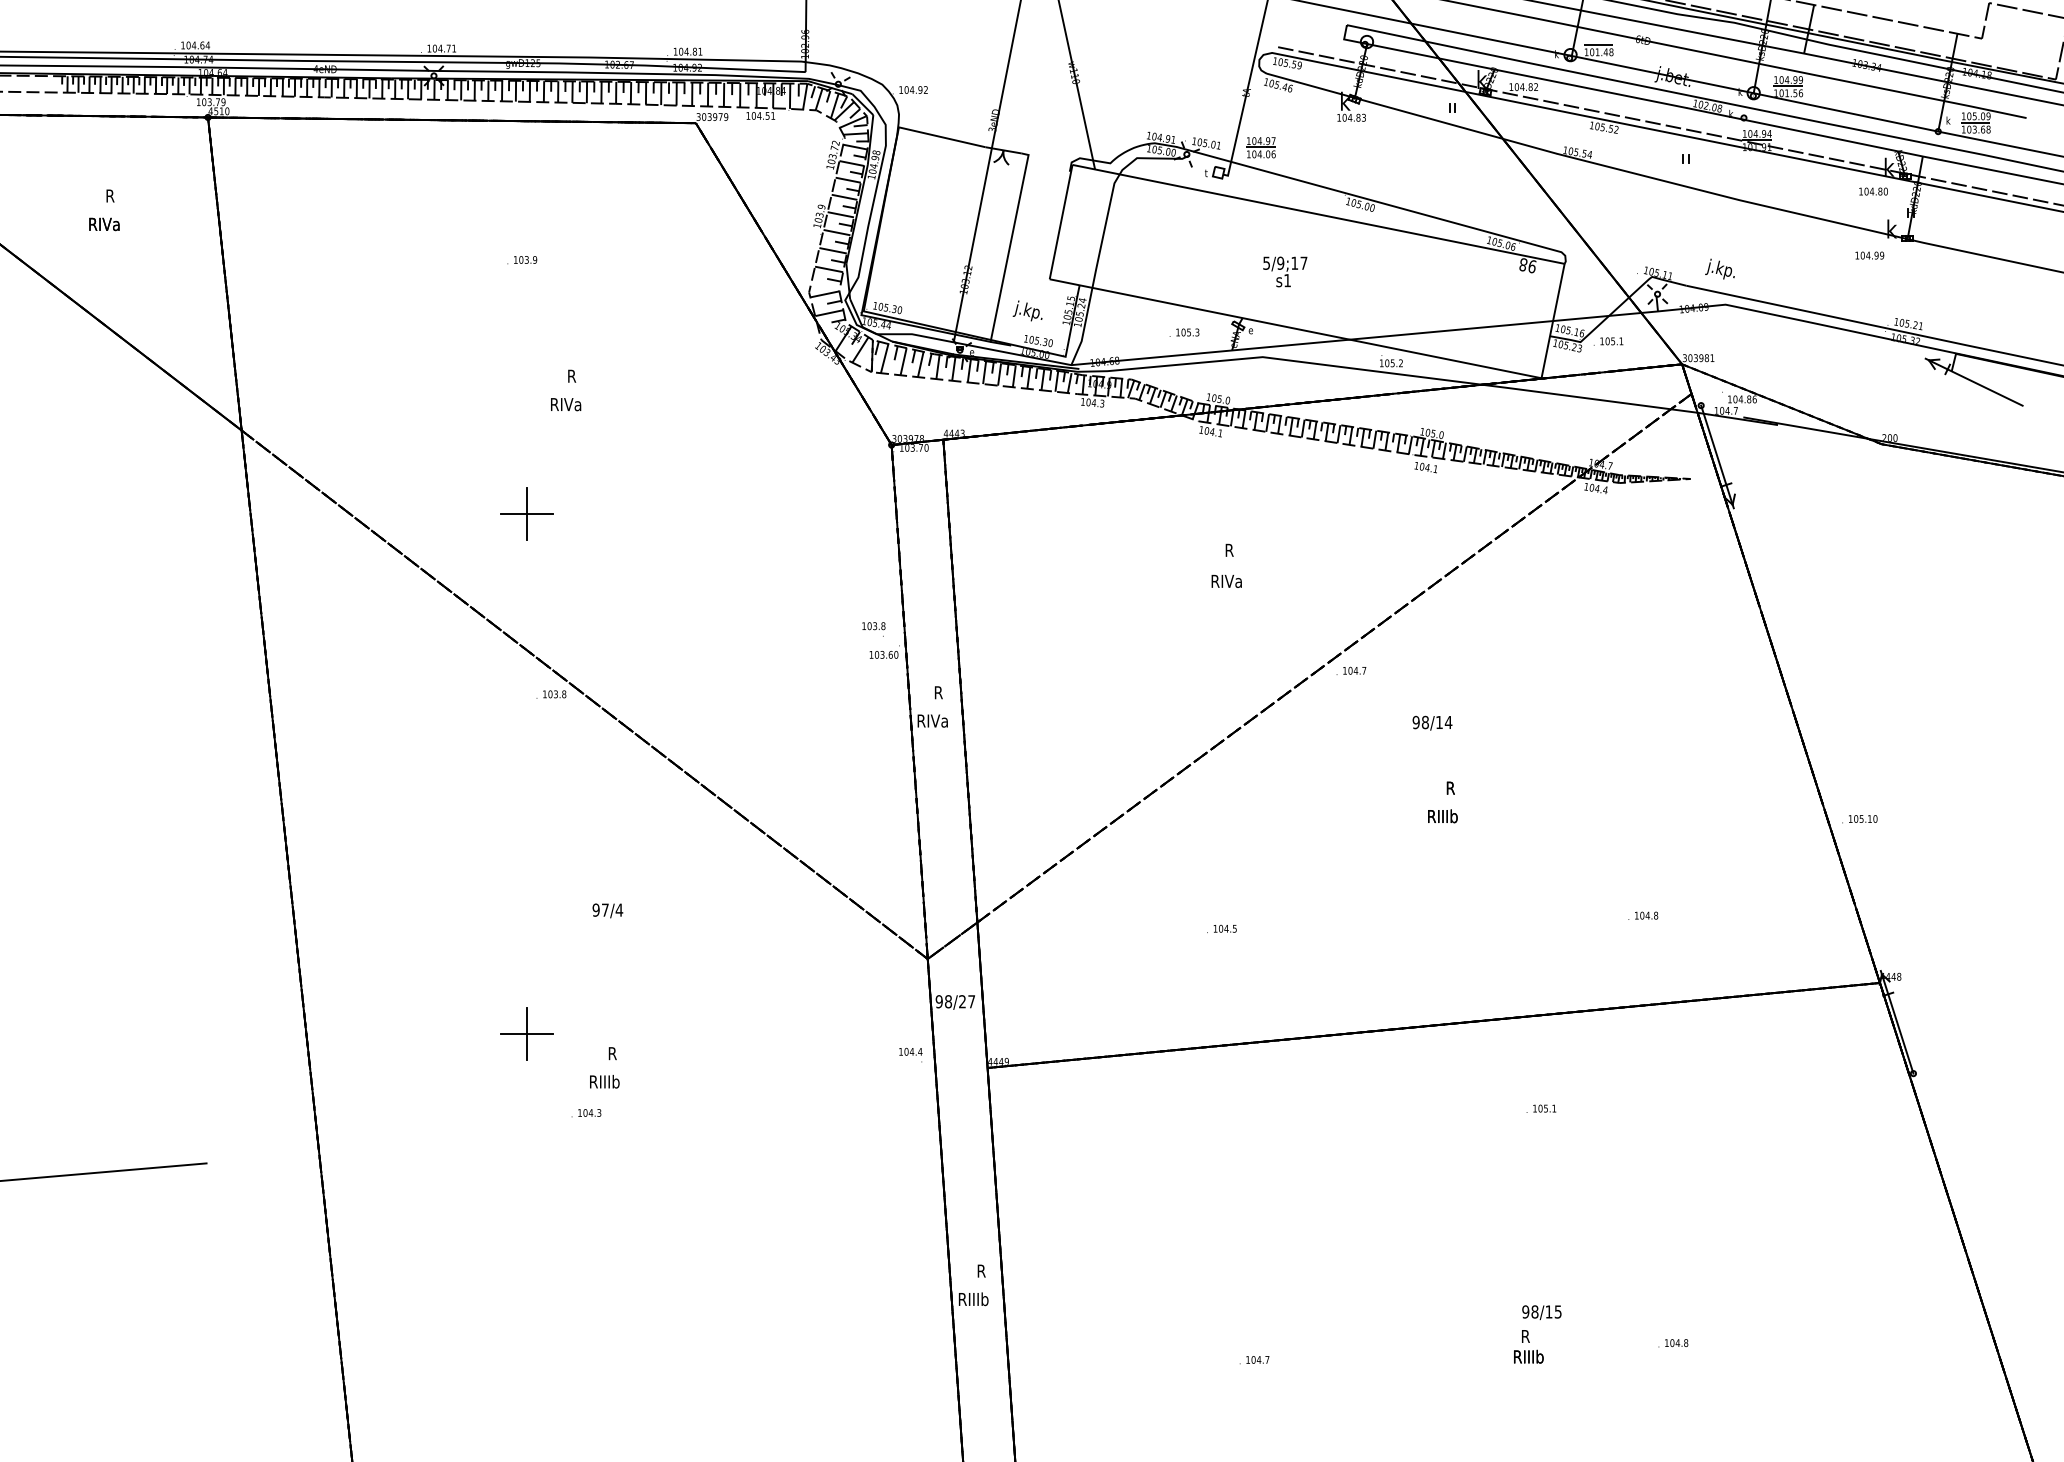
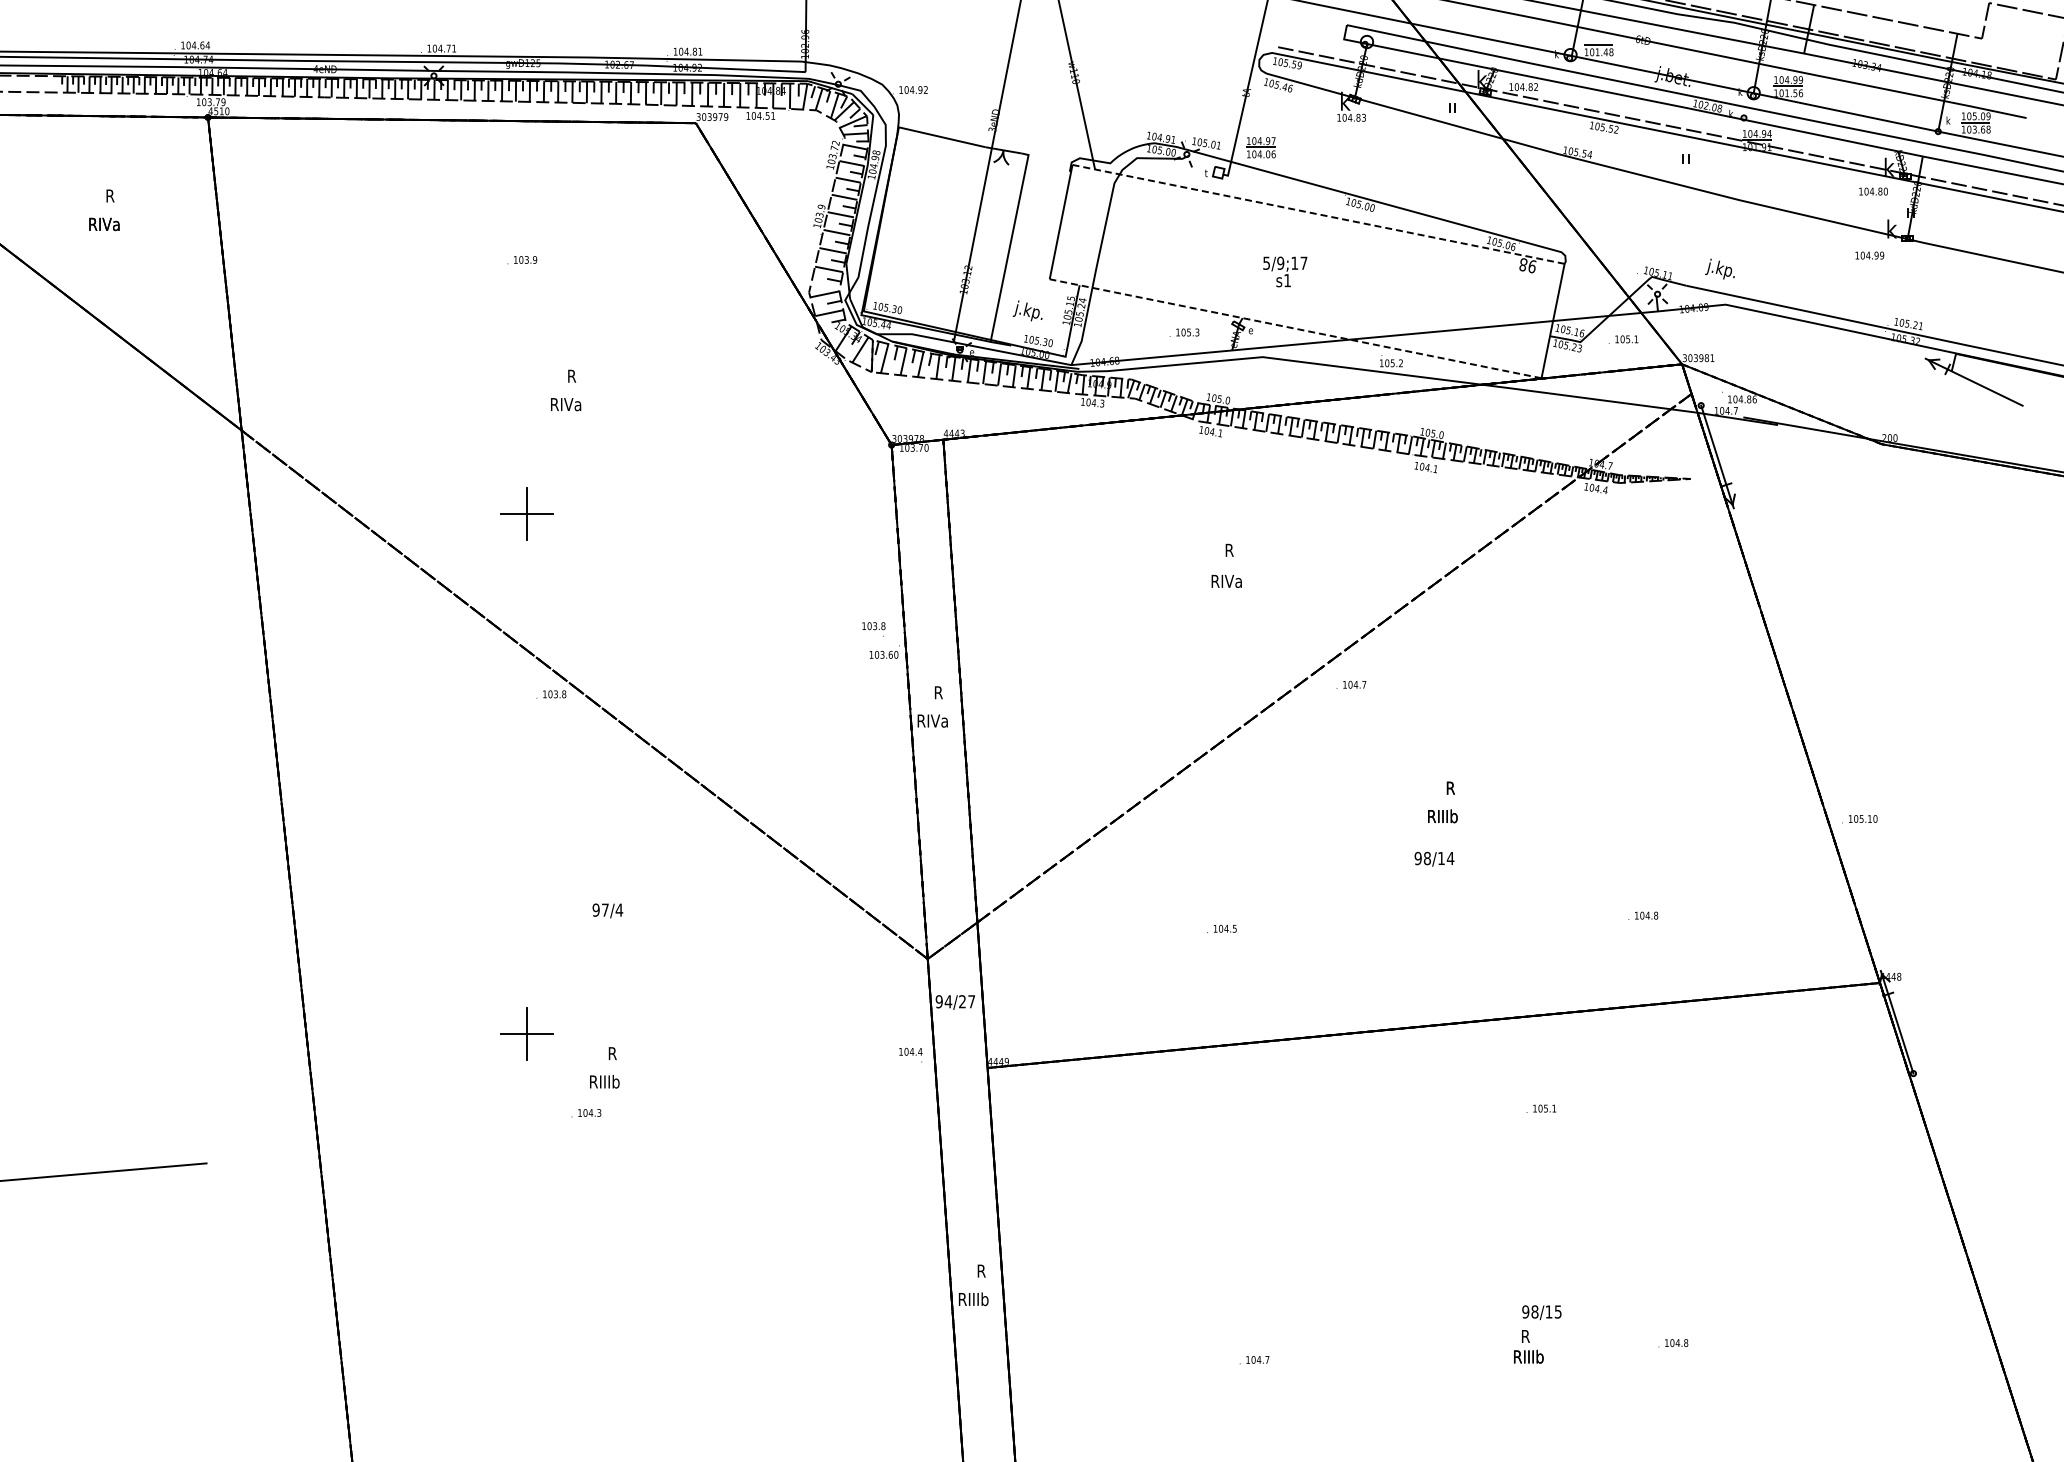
line at (1318, 214): solid -> dashed
line at (1295, 328): solid -> dashed
text at (1608, 341) position: (1608, 341) -> (1623, 339)
text at (1351, 670) position: (1351, 670) -> (1351, 684)
text at (1432, 722) position: (1432, 722) -> (1434, 858)
text at (948, 1001): 98/27 -> 94/27
